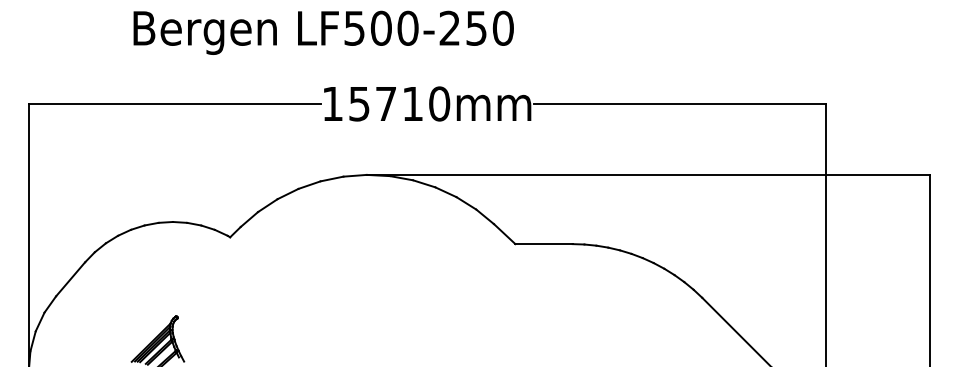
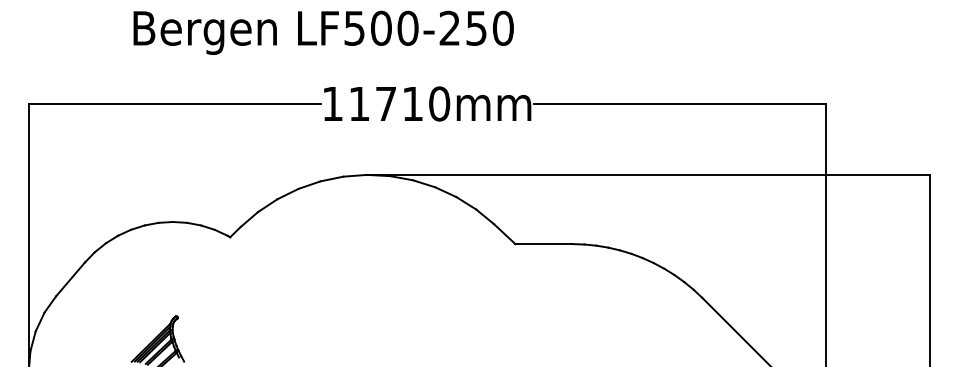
text at (359, 104): 15710mm -> 11710mm
